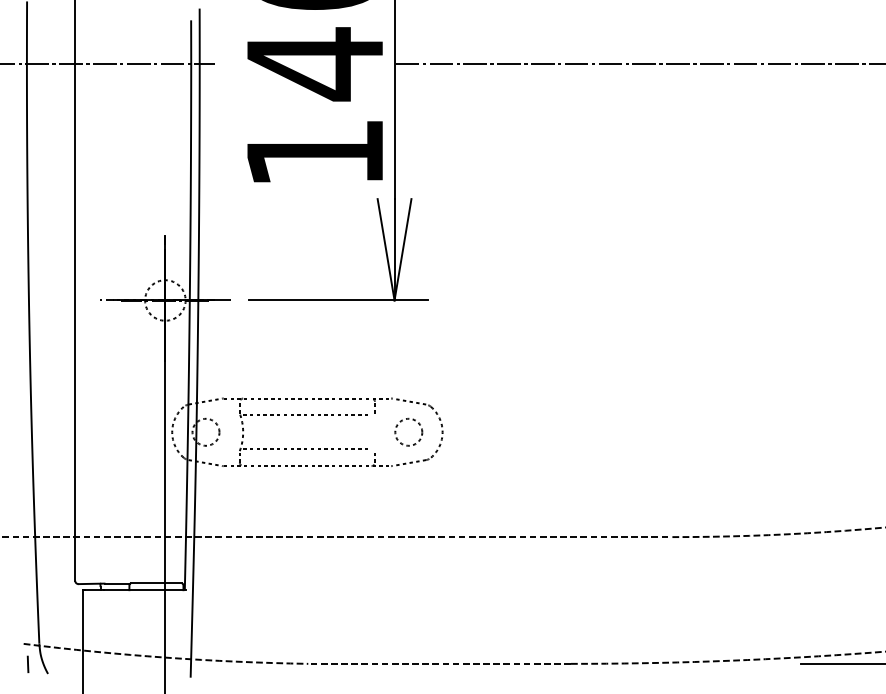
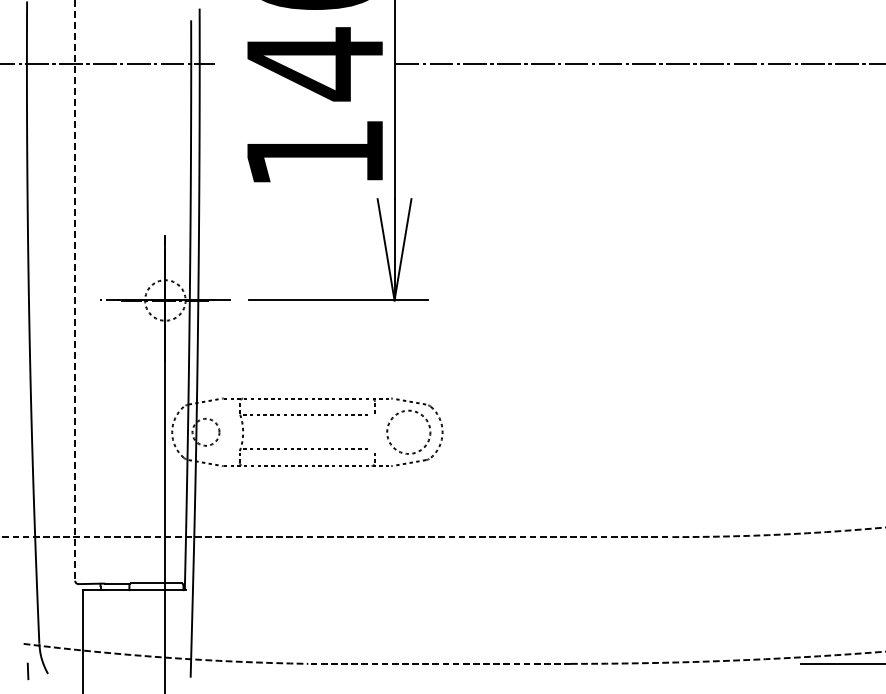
line at (75, 290): solid -> dashed
circle at (408, 431) diameter: 27 px -> 43 px
line at (27, 664) position: (27, 664) -> (27, 671)
